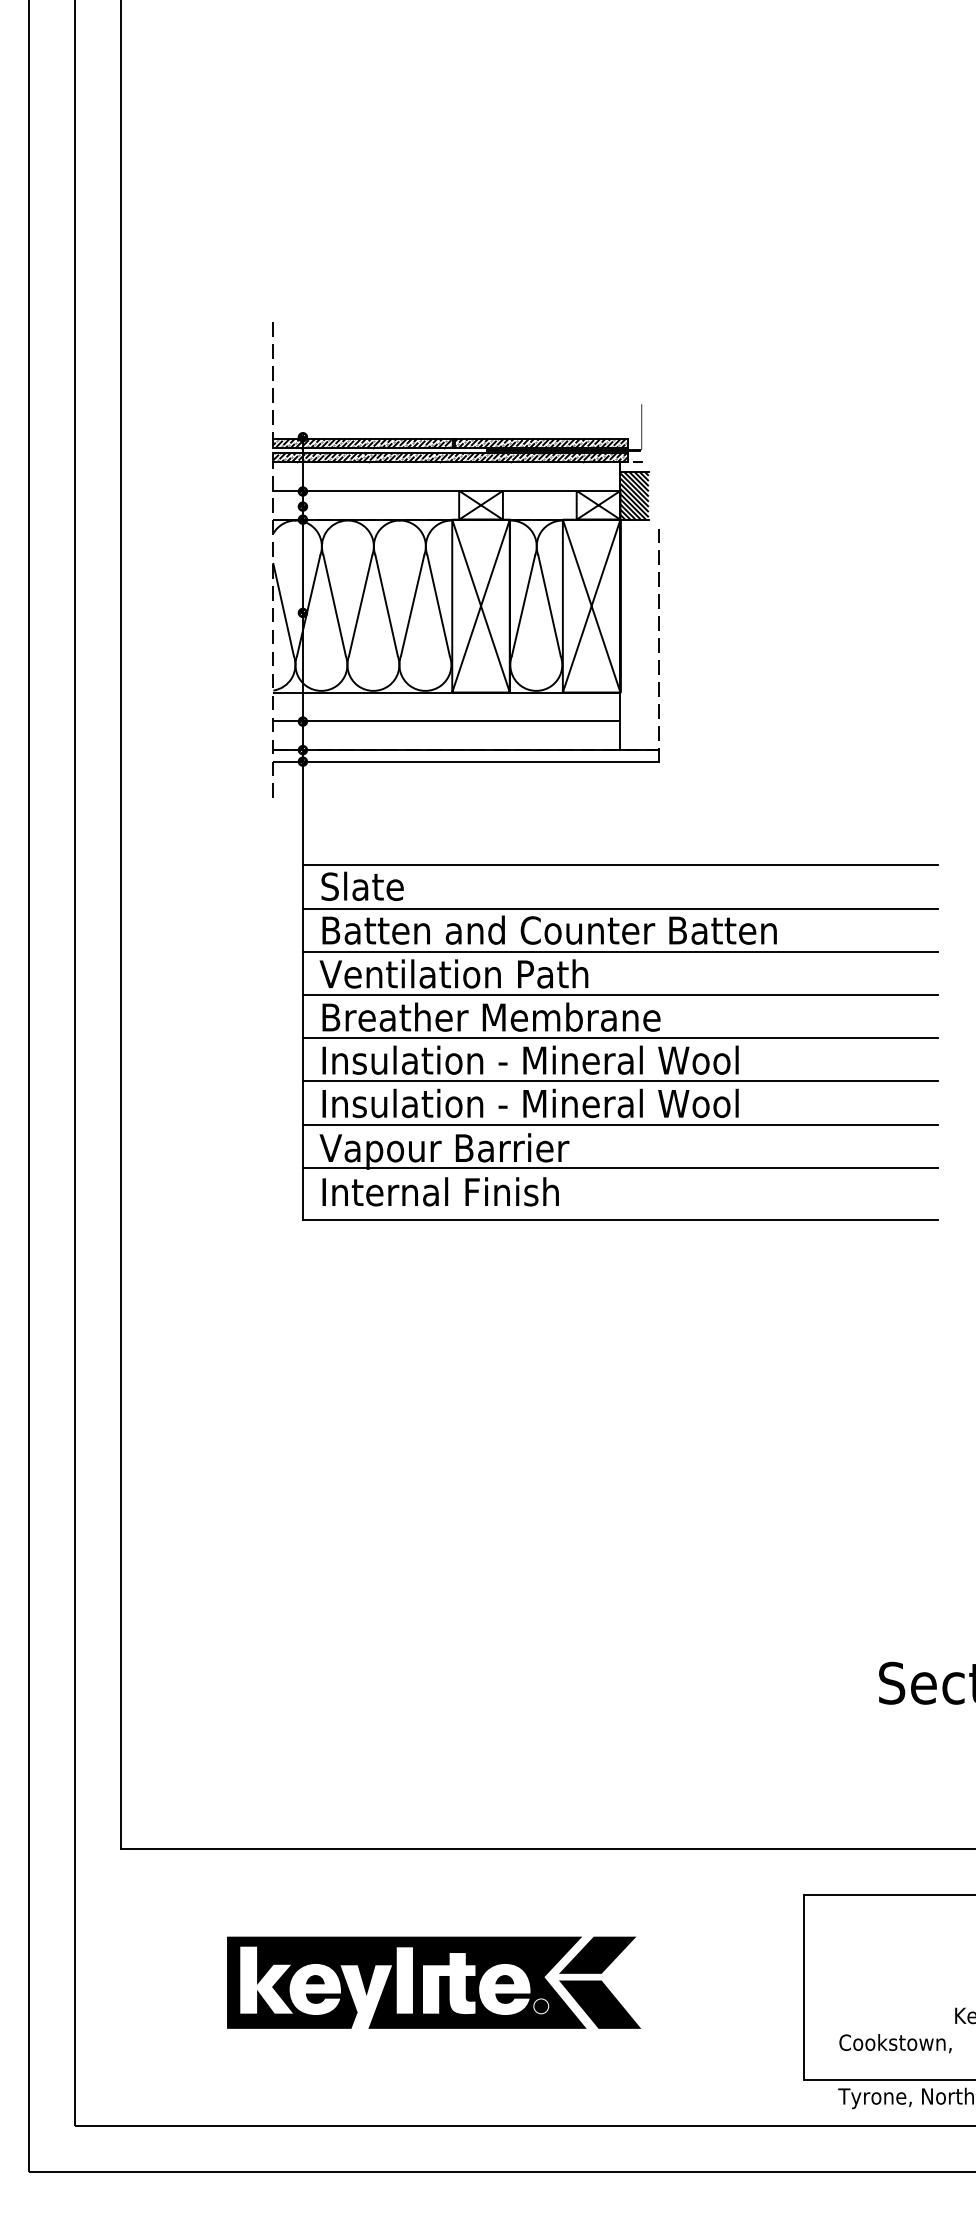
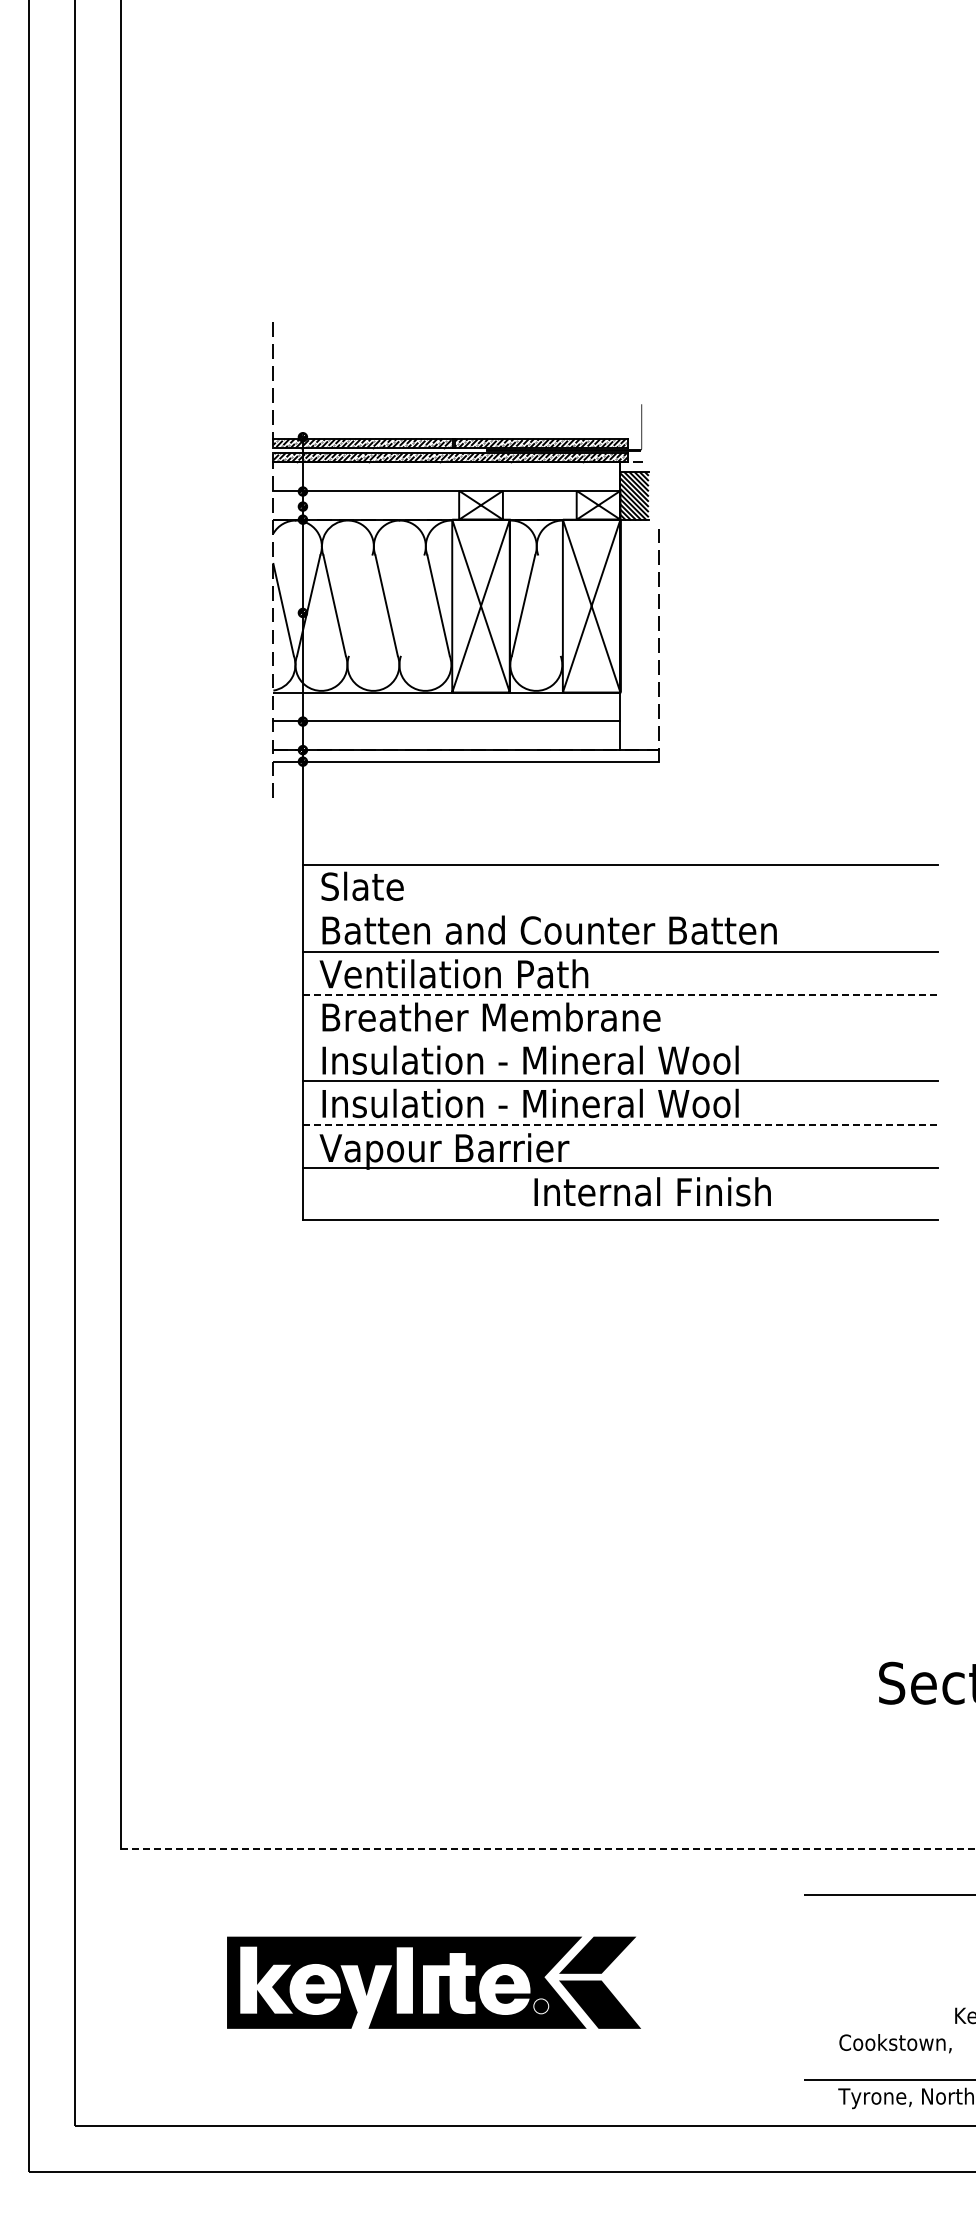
line at (360, 605): present -> none
line at (412, 605): present -> none
line at (549, 605): present -> none
line at (619, 908): present -> none
line at (620, 995): solid -> dashed
line at (619, 1038): present -> none
line at (620, 1124): solid -> dashed
text at (440, 1191) position: (440, 1191) -> (652, 1191)
line at (548, 1849): solid -> dashed
line at (804, 1987): present -> none
